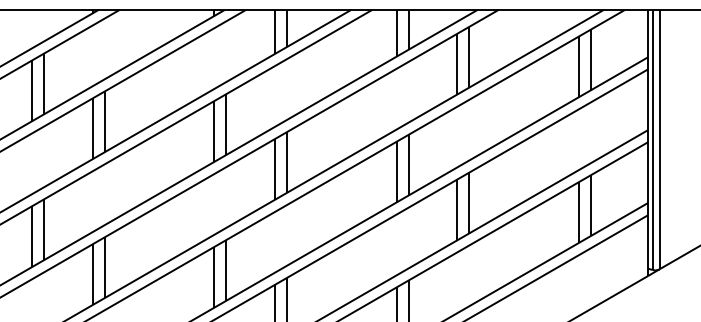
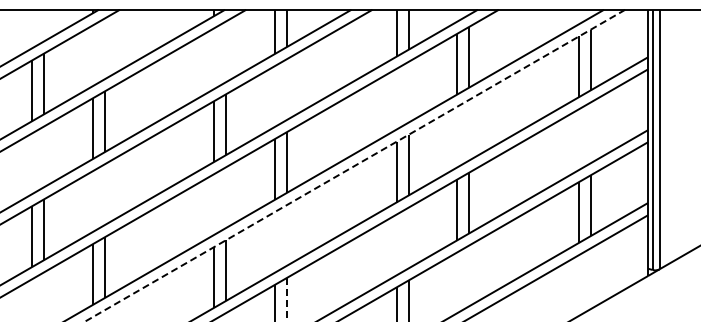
line at (354, 166): solid -> dashed
line at (287, 299): solid -> dashed
